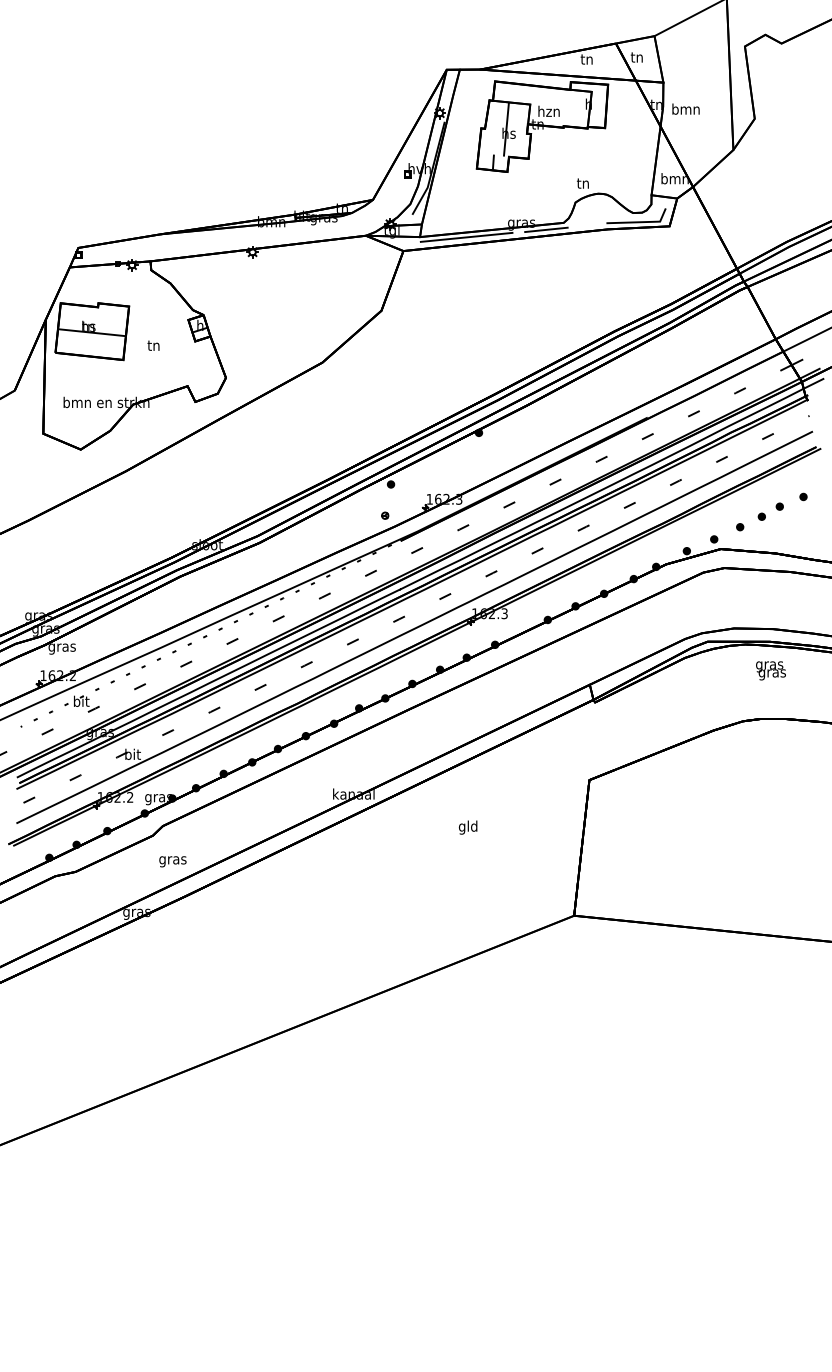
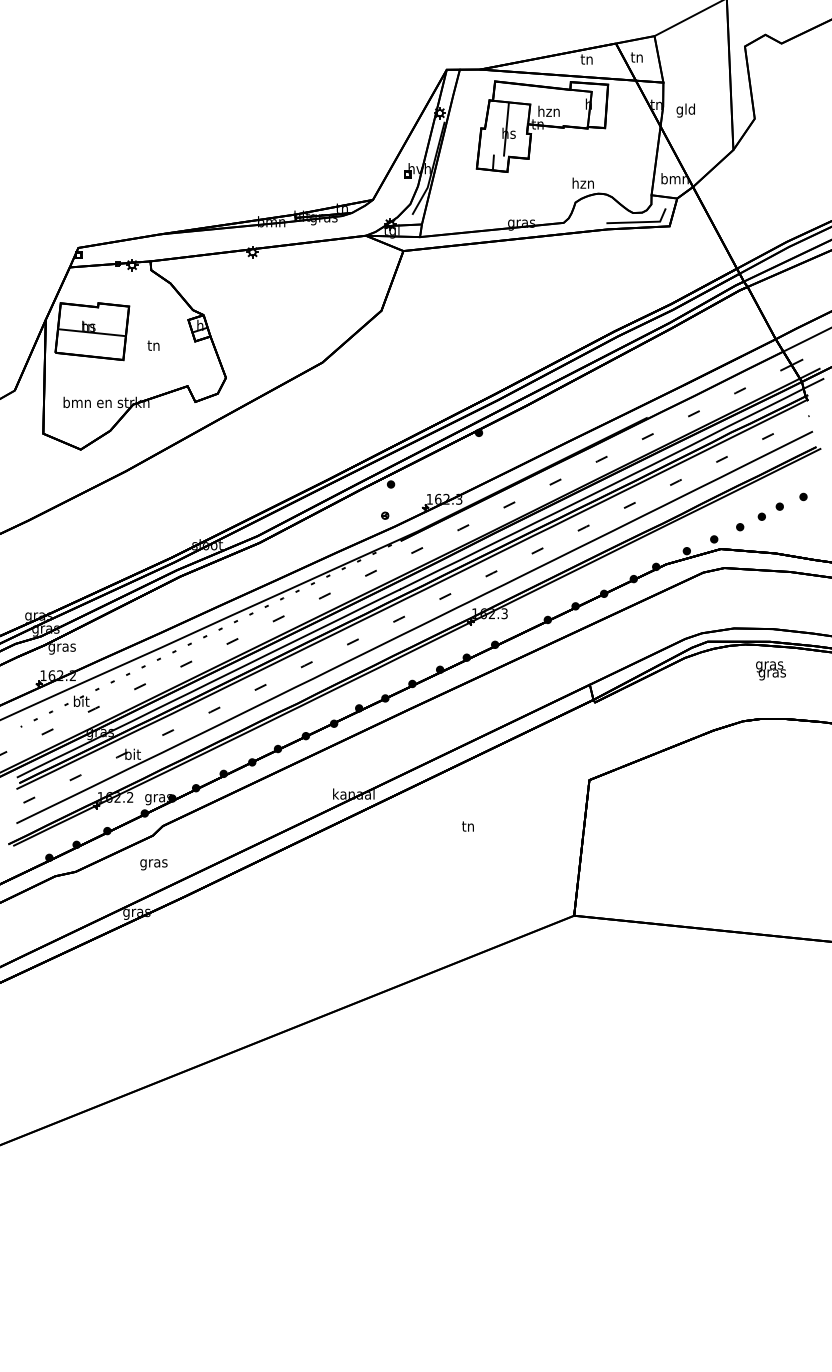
text at (685, 110): bmn -> gld
text at (582, 182): tn -> hzn
line at (546, 229): present -> none
line at (466, 236): present -> none
text at (467, 827): gld -> tn
text at (172, 861) position: (172, 861) -> (153, 864)
